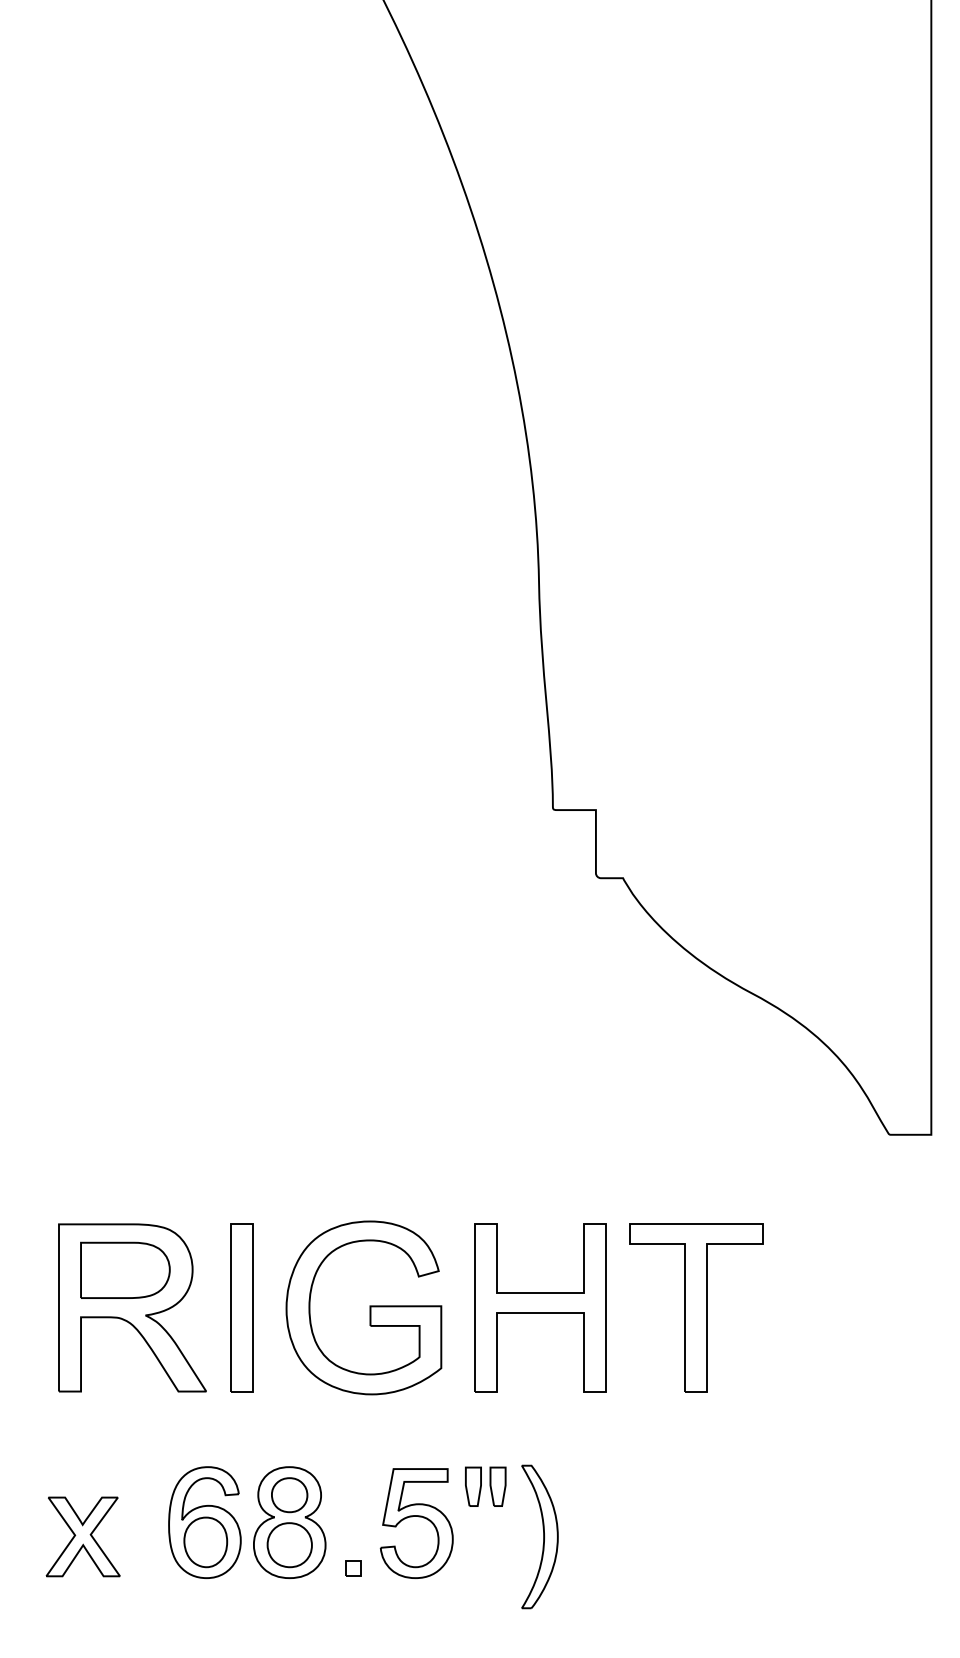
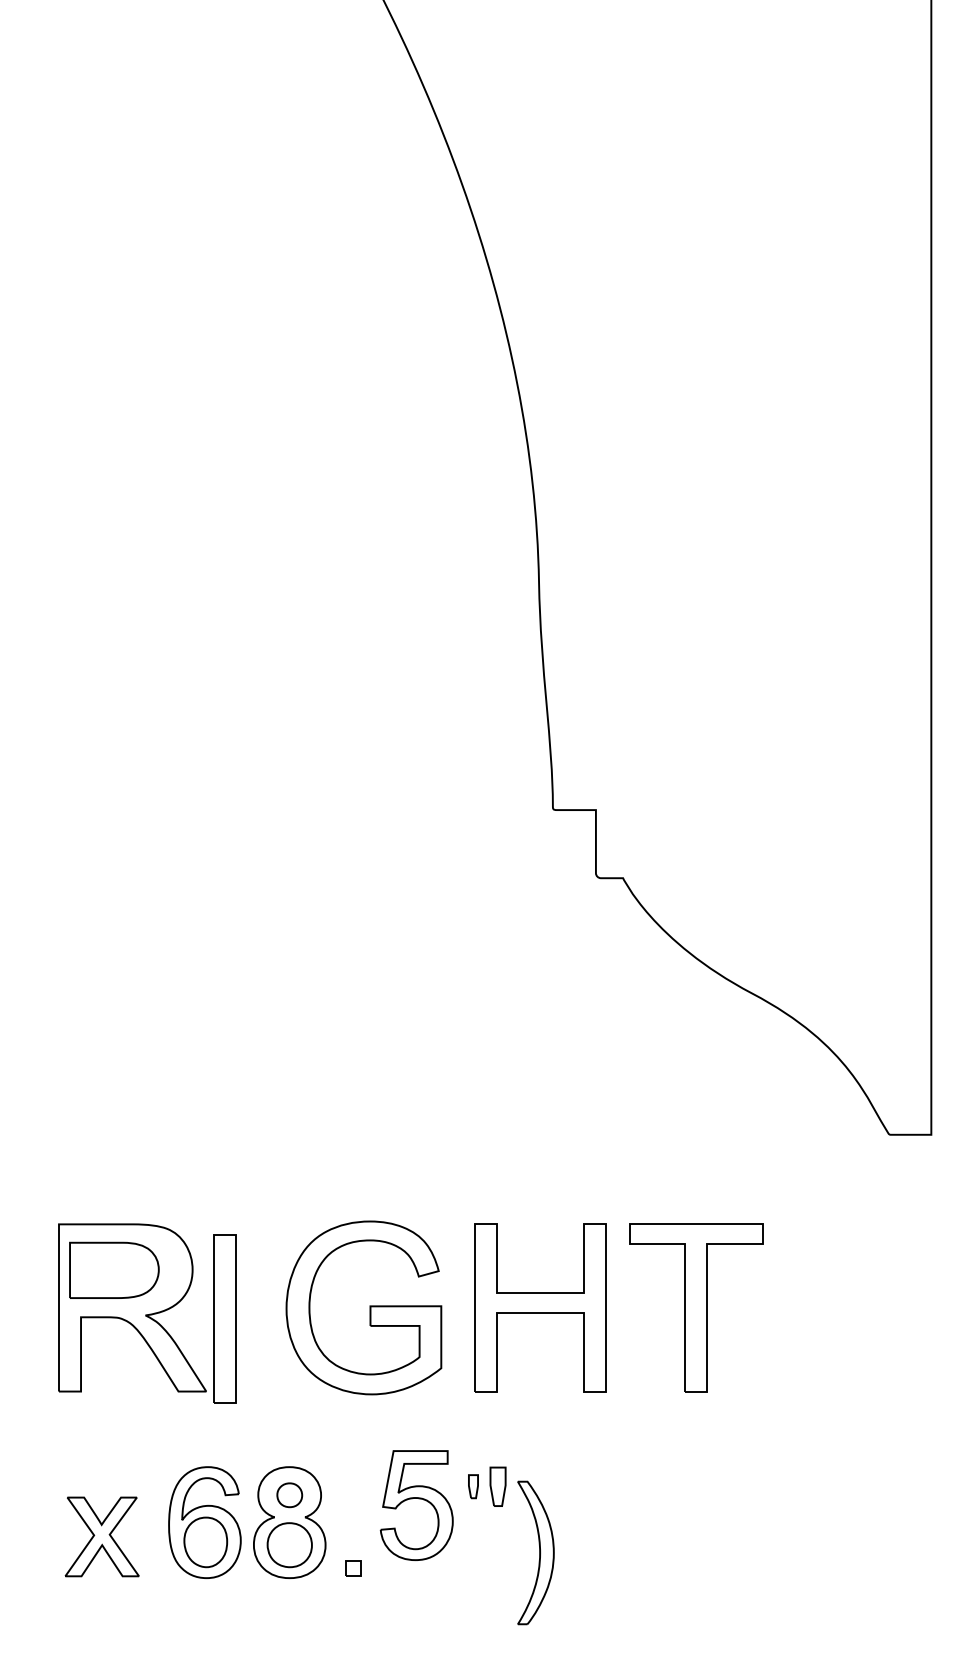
part at (125, 1269) position: (125, 1269) -> (114, 1269)
part at (241, 1307) position: (241, 1307) -> (224, 1318)
part at (473, 1486) size: 17x41 px -> 11x26 px
part at (289, 1495) size: 38x37 px -> 28x27 px
part at (418, 1517) position: (418, 1517) -> (418, 1499)
part at (82, 1536) position: (82, 1536) -> (101, 1536)
part at (539, 1536) position: (539, 1536) -> (535, 1552)
